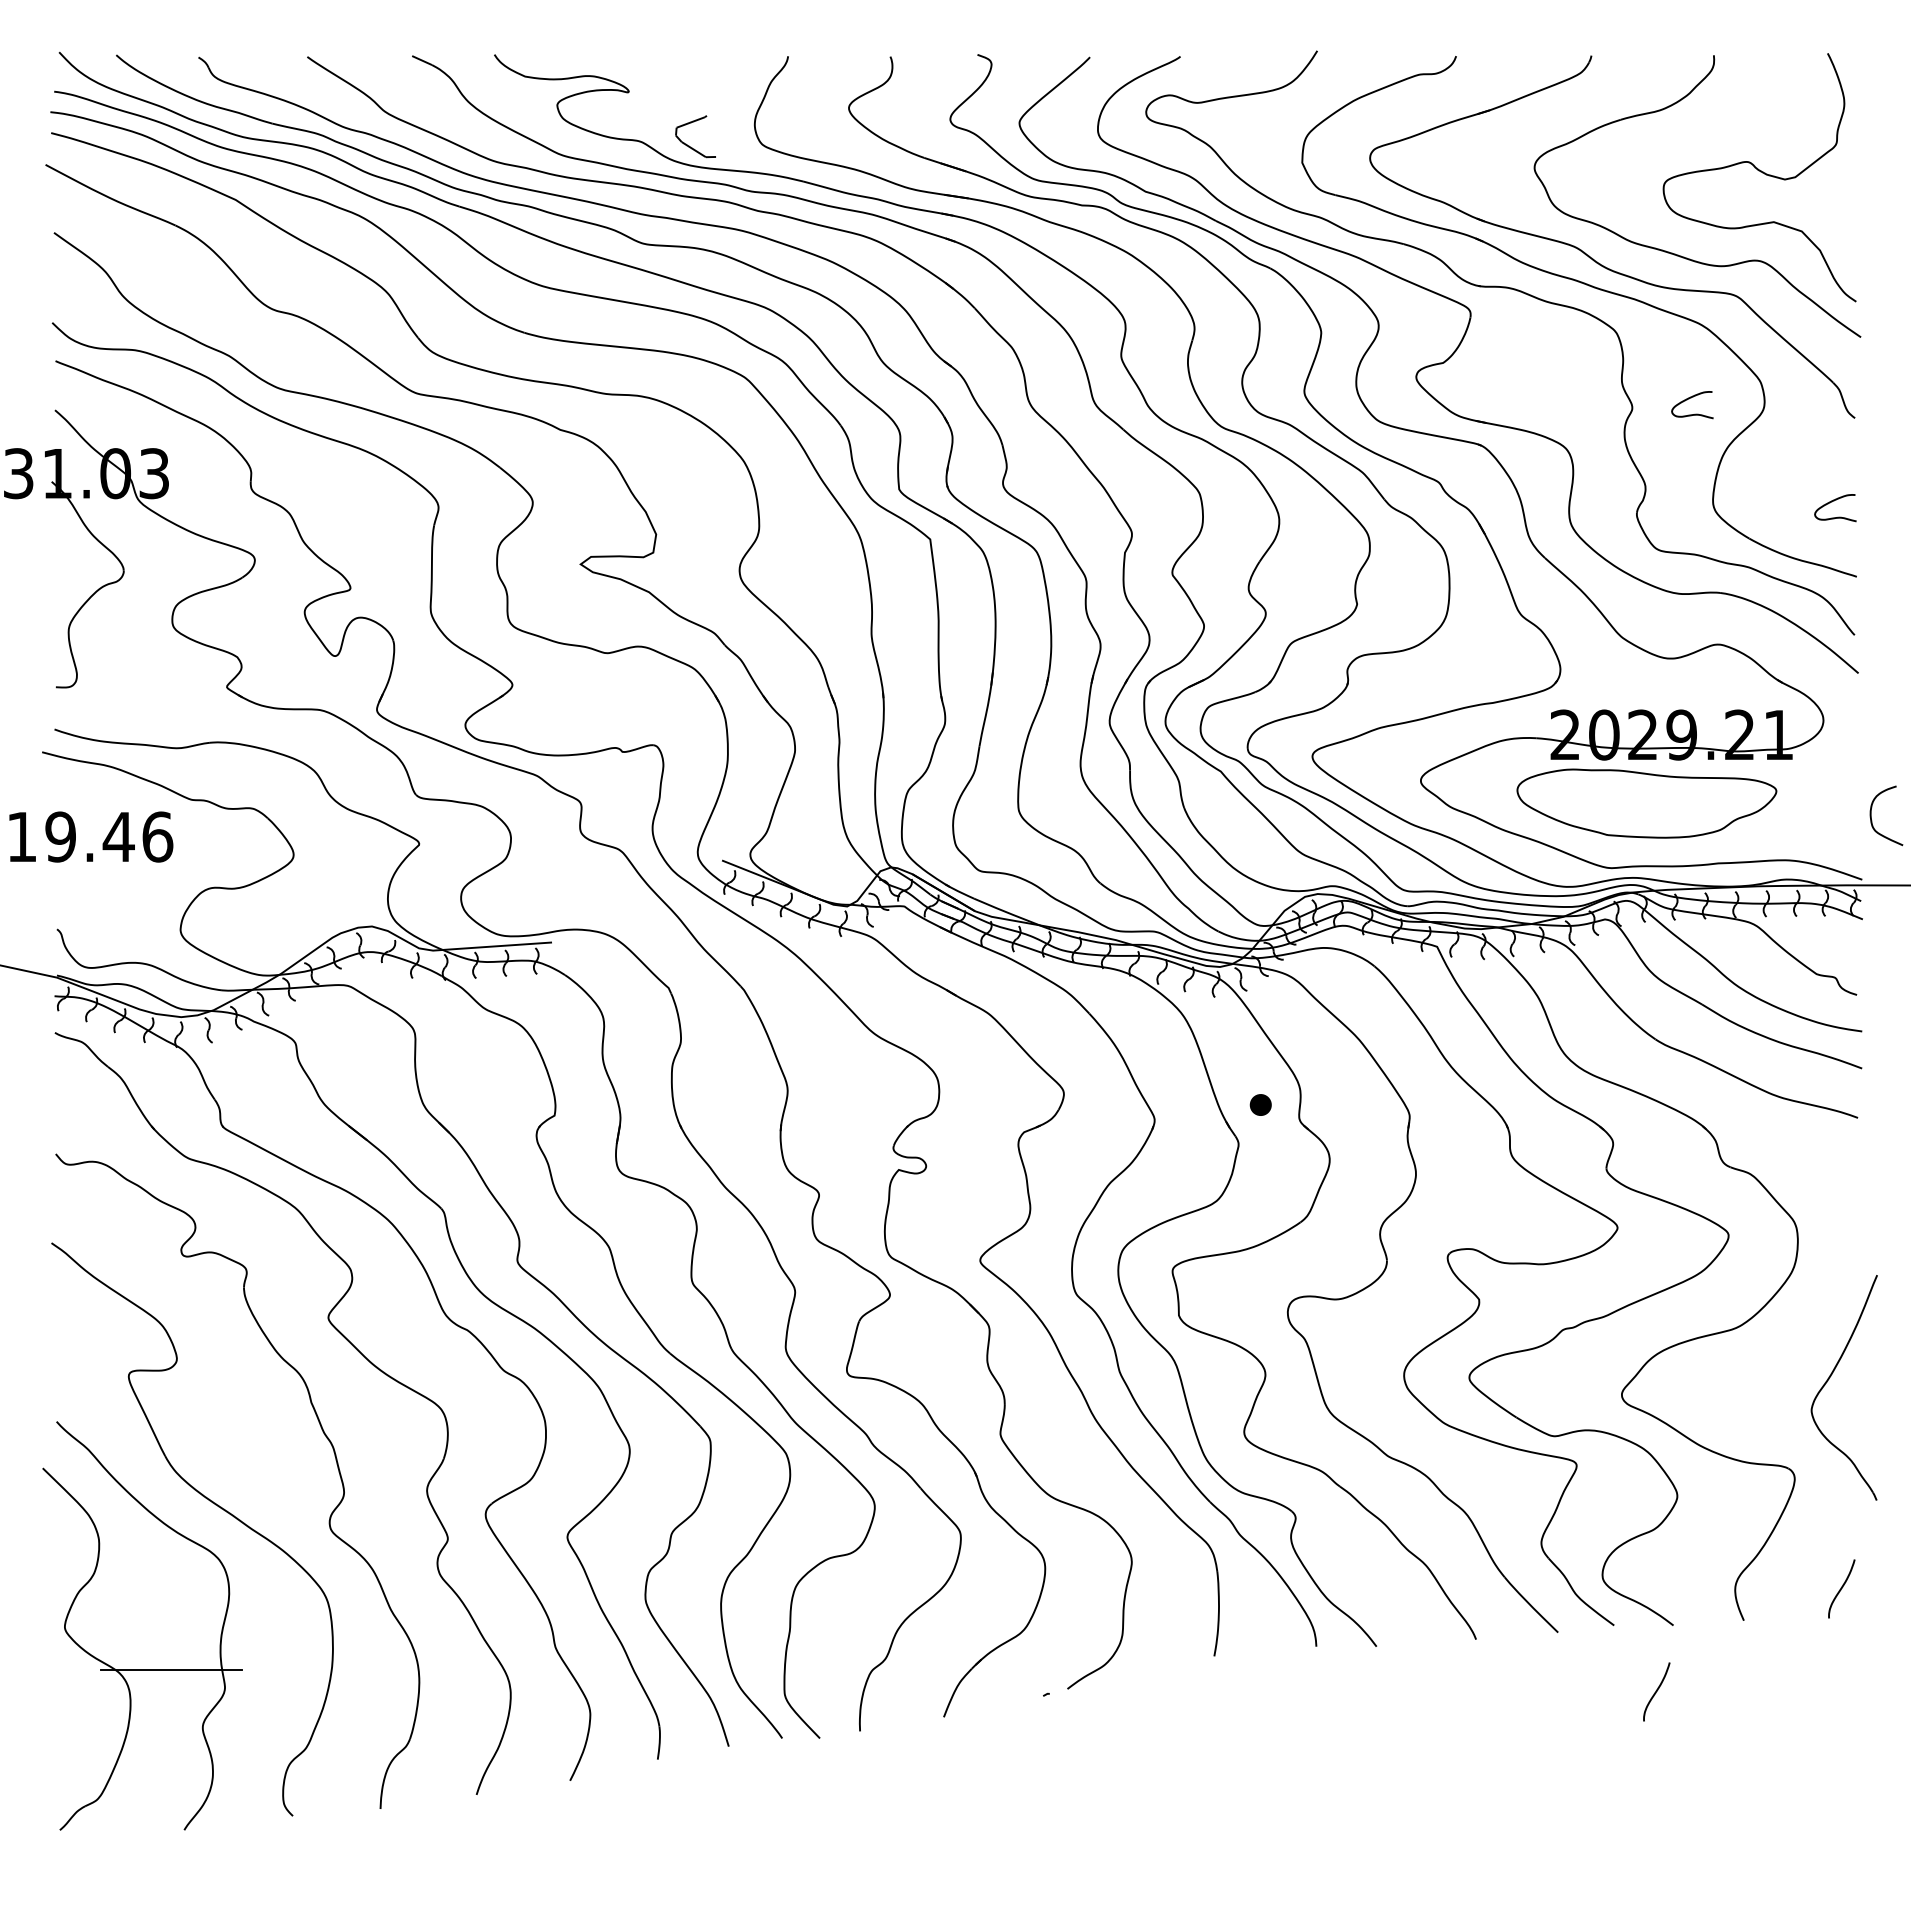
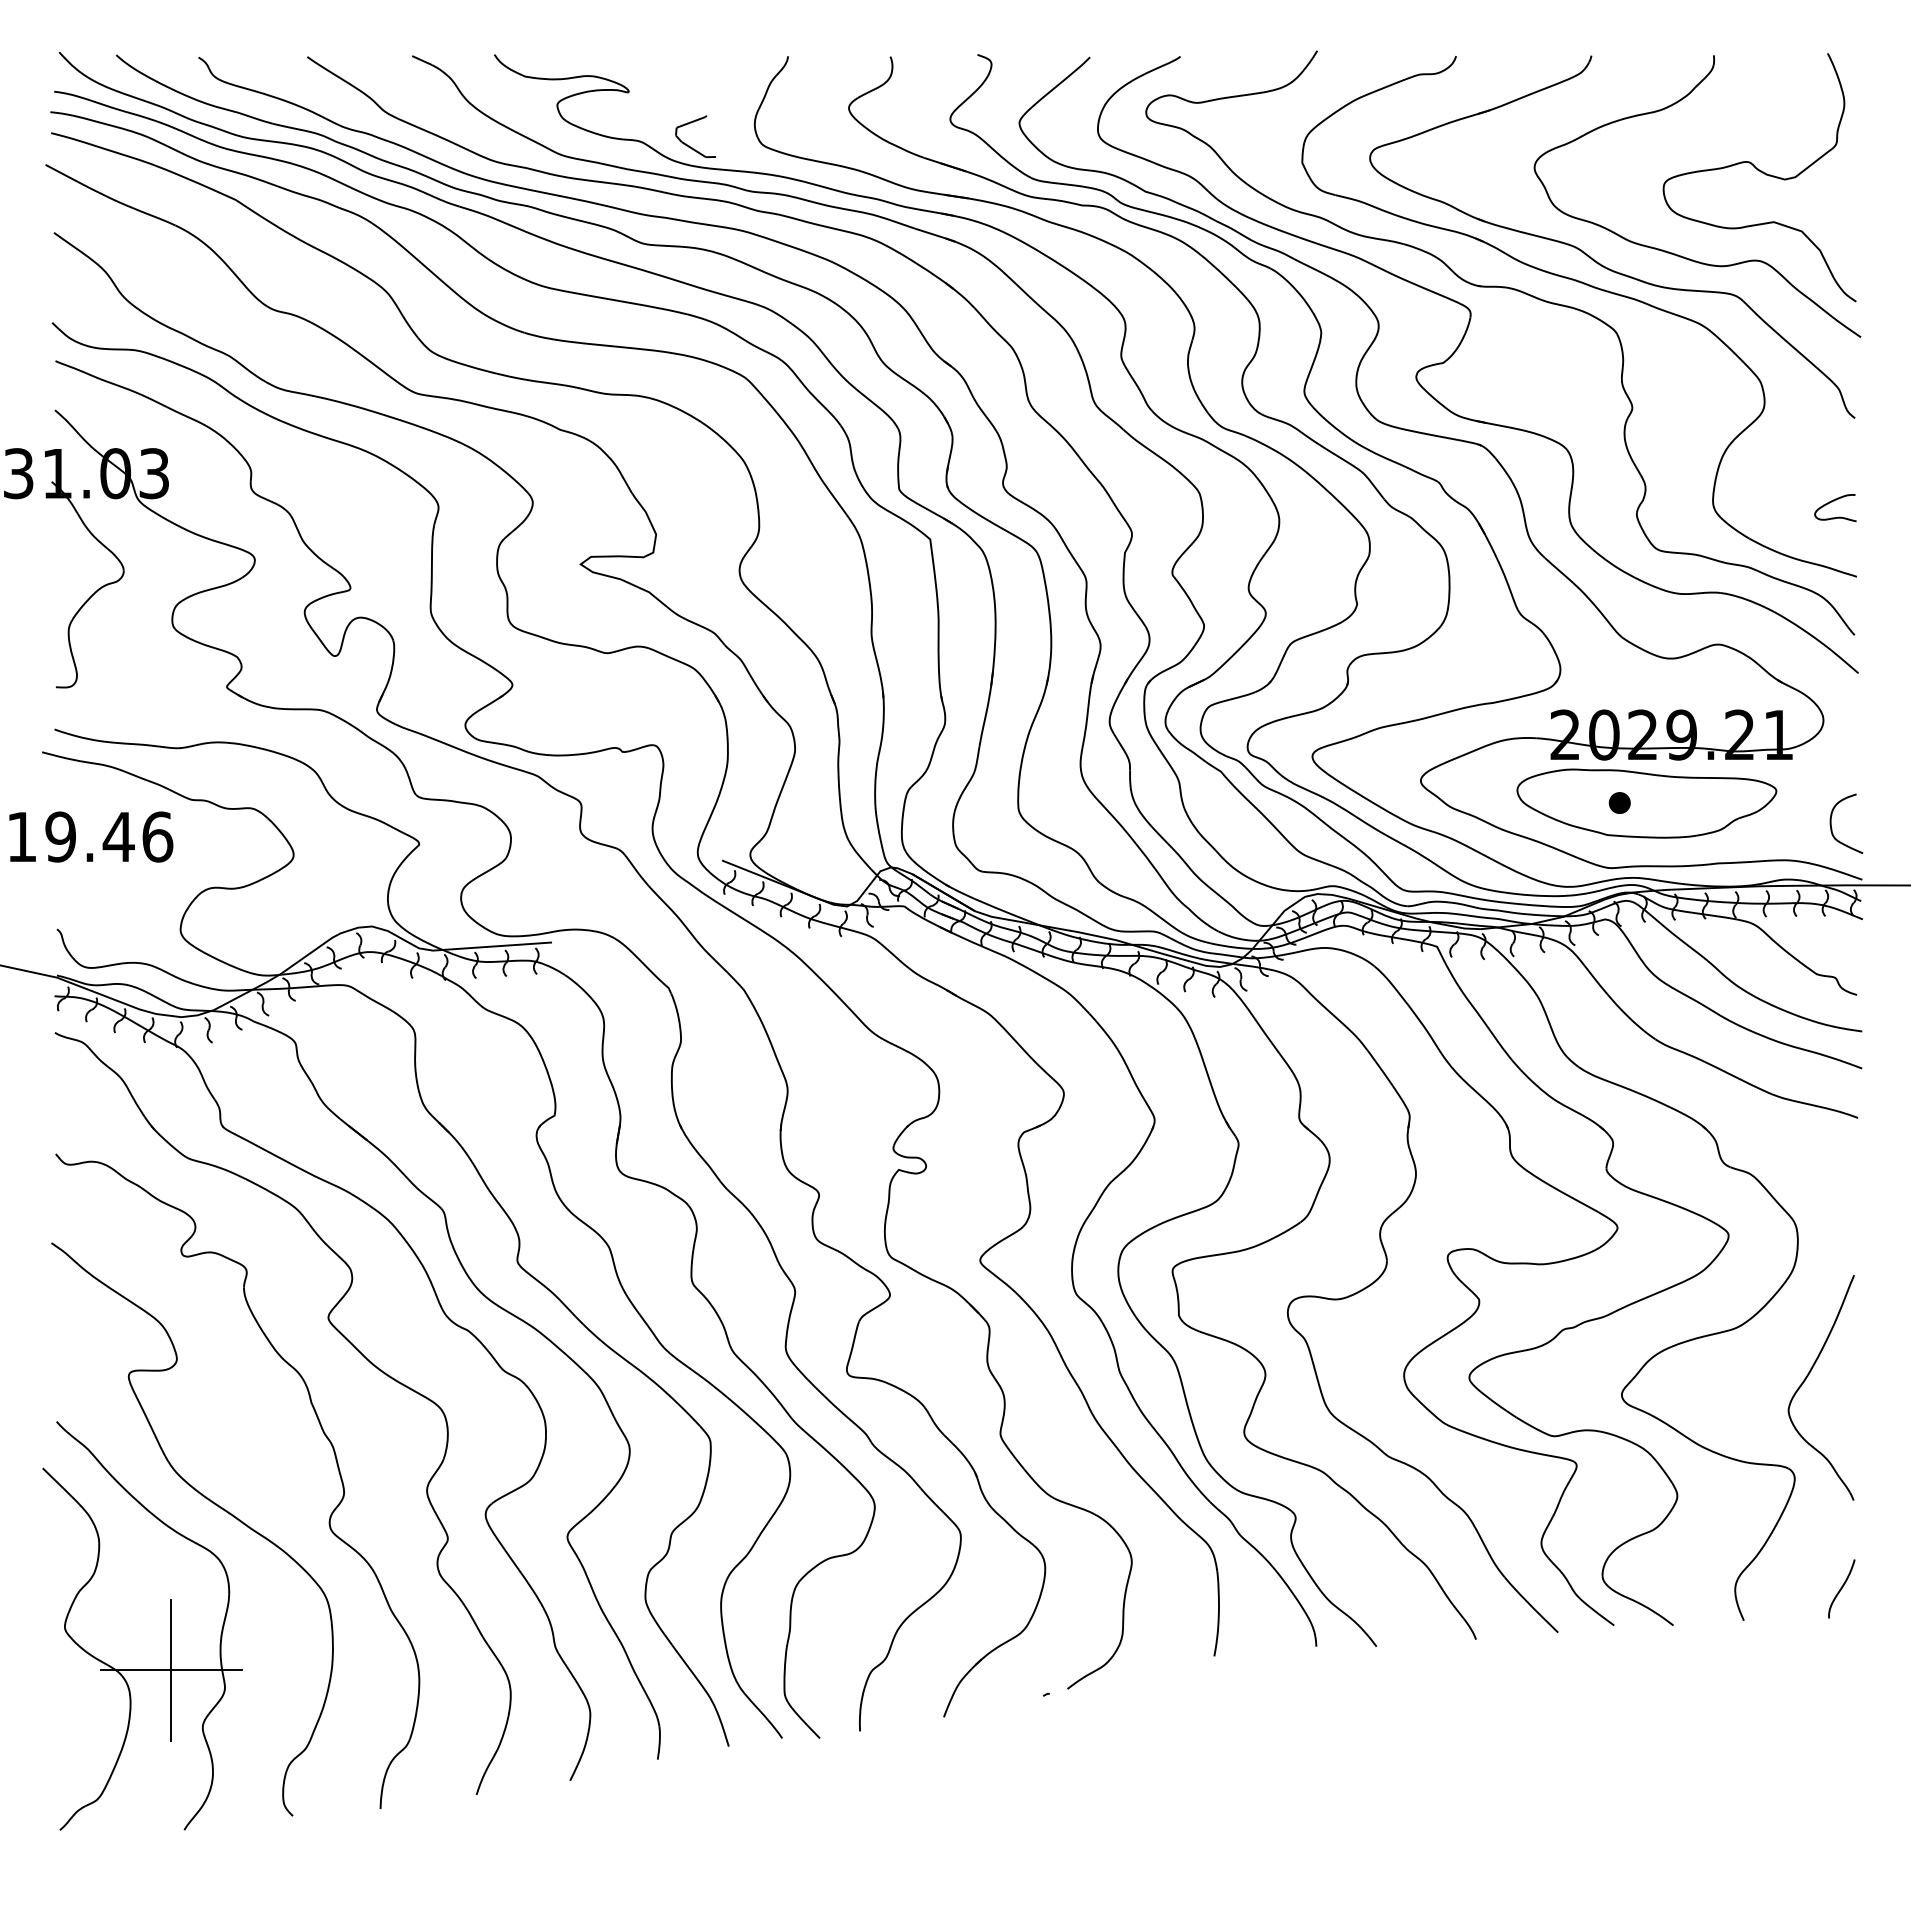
curve at (1689, 399): present -> none
curve at (1872, 820) position: (1872, 820) -> (1832, 828)
part at (1260, 1104) position: (1260, 1104) -> (1619, 802)
part at (1829, 1379) position: (1829, 1379) -> (1806, 1379)
line at (171, 1669): none -> present
curve at (1656, 1691): present -> none
